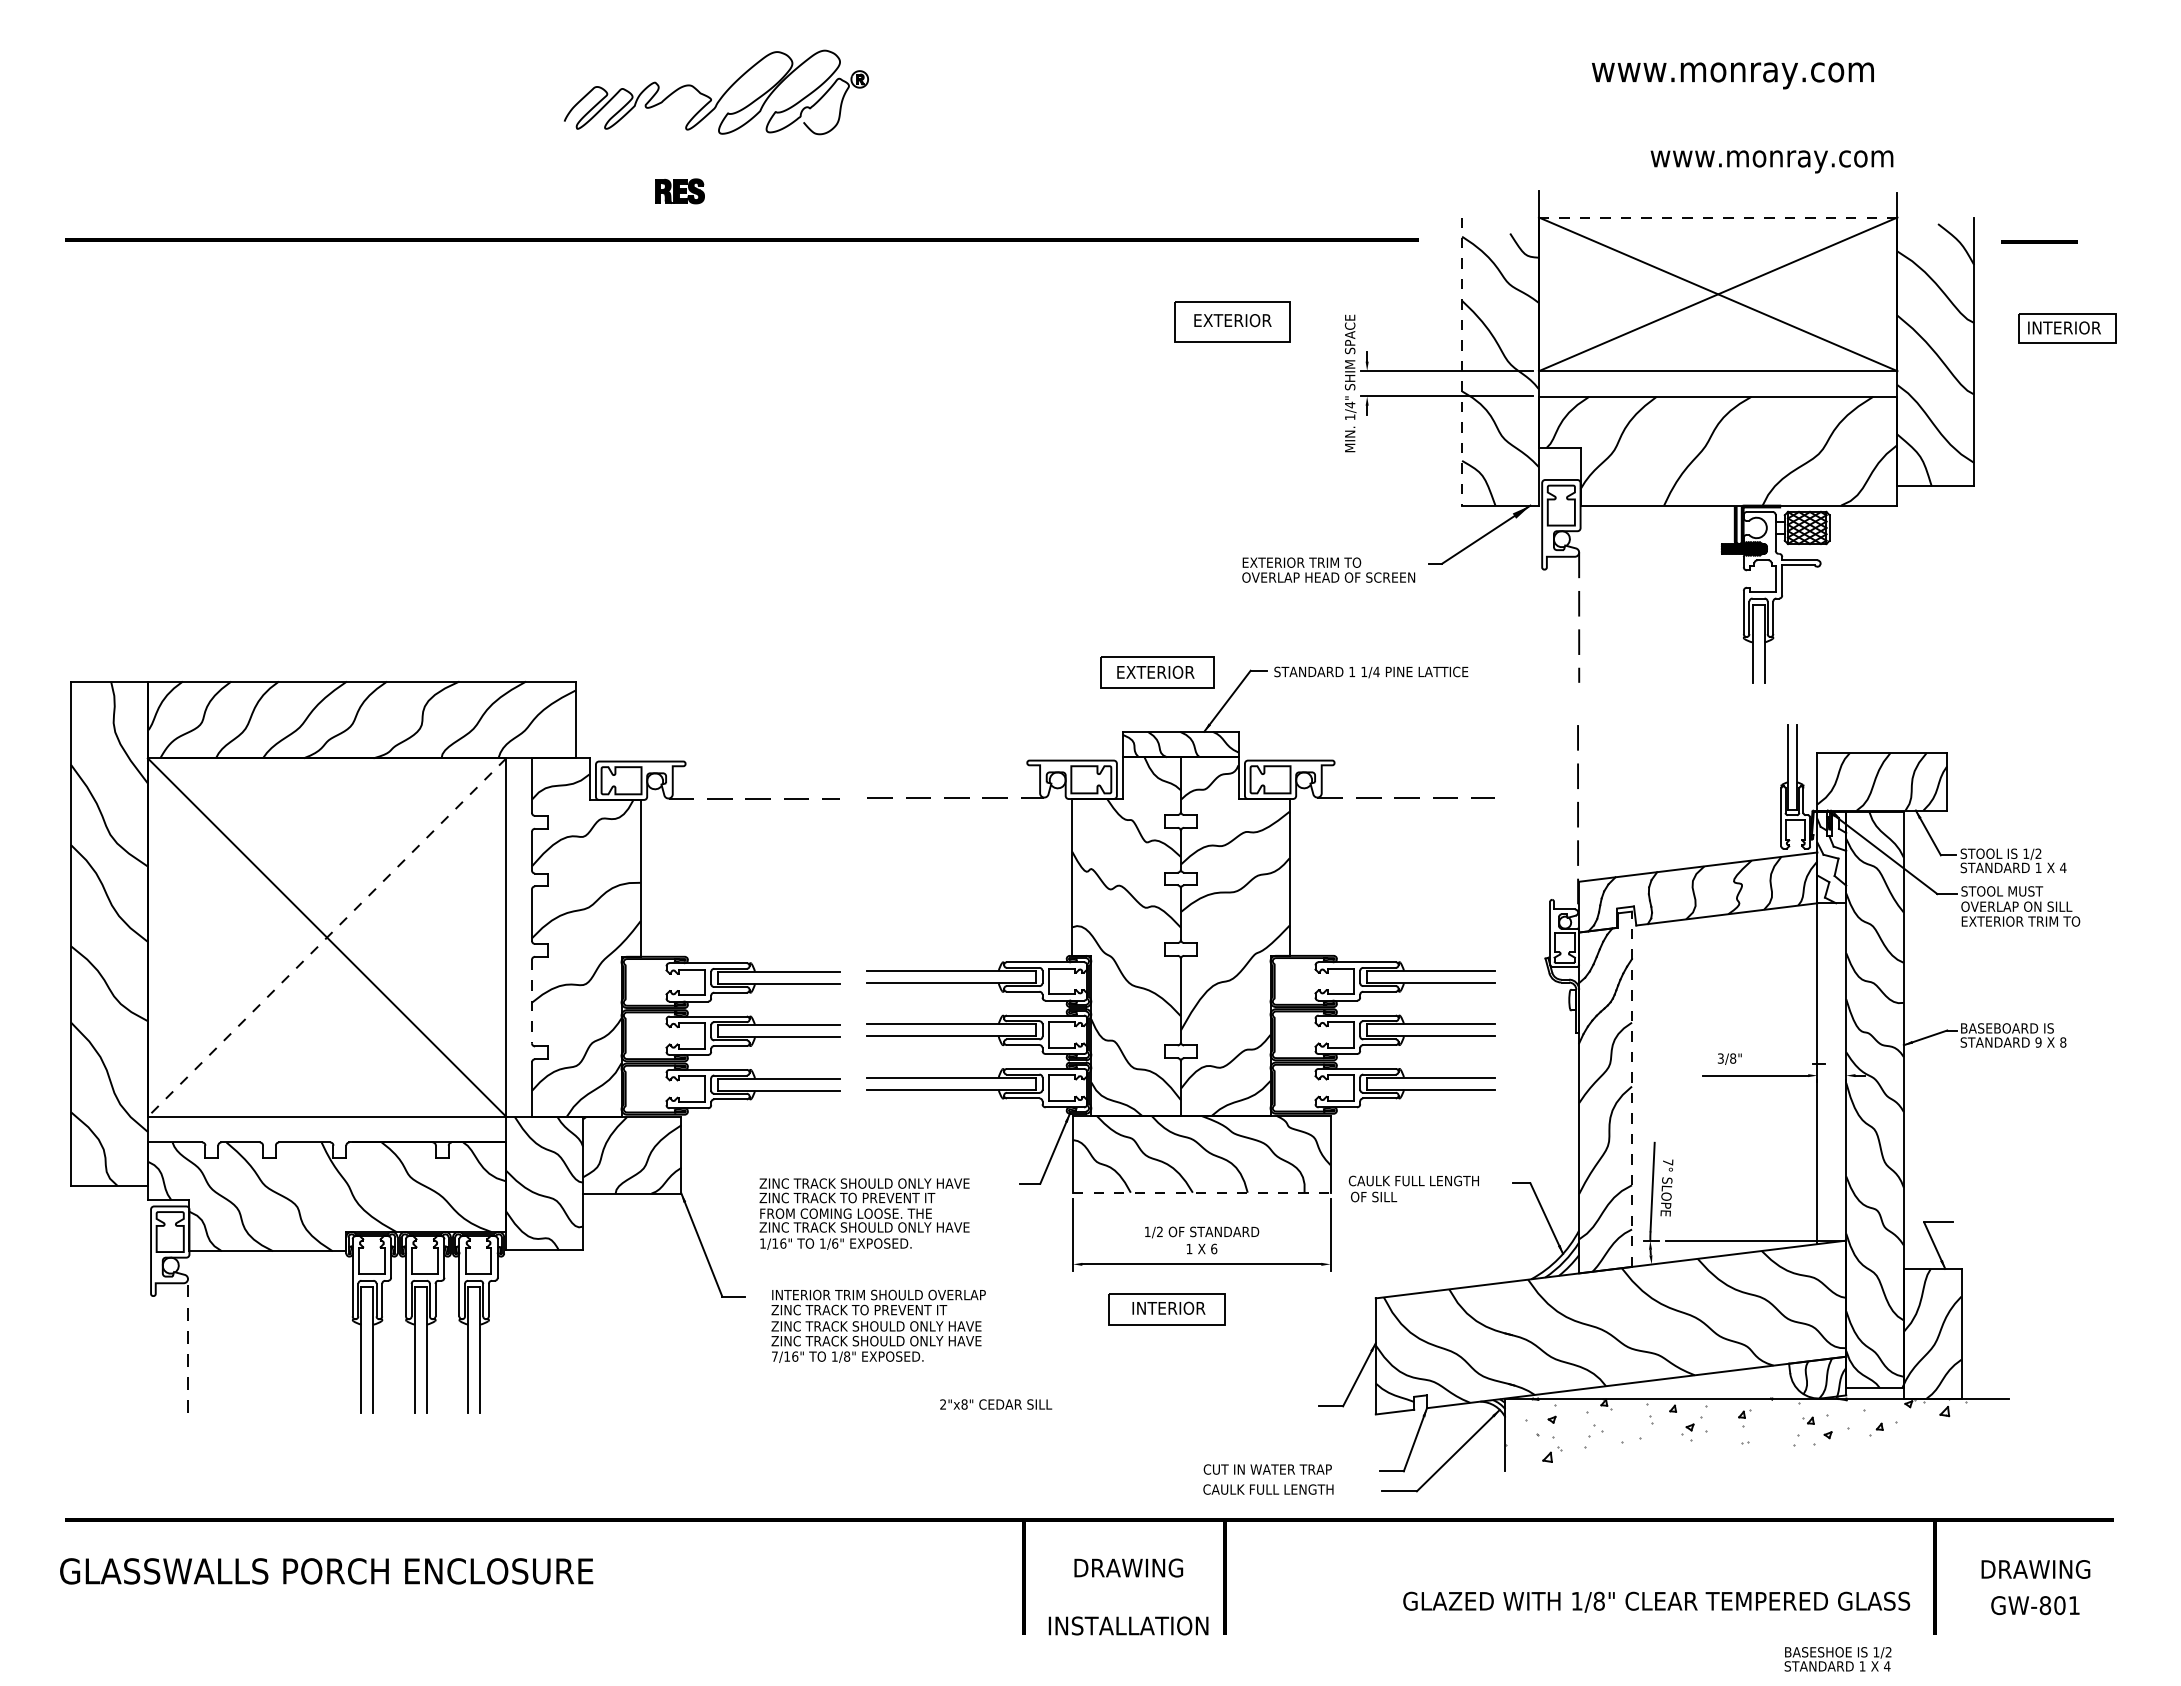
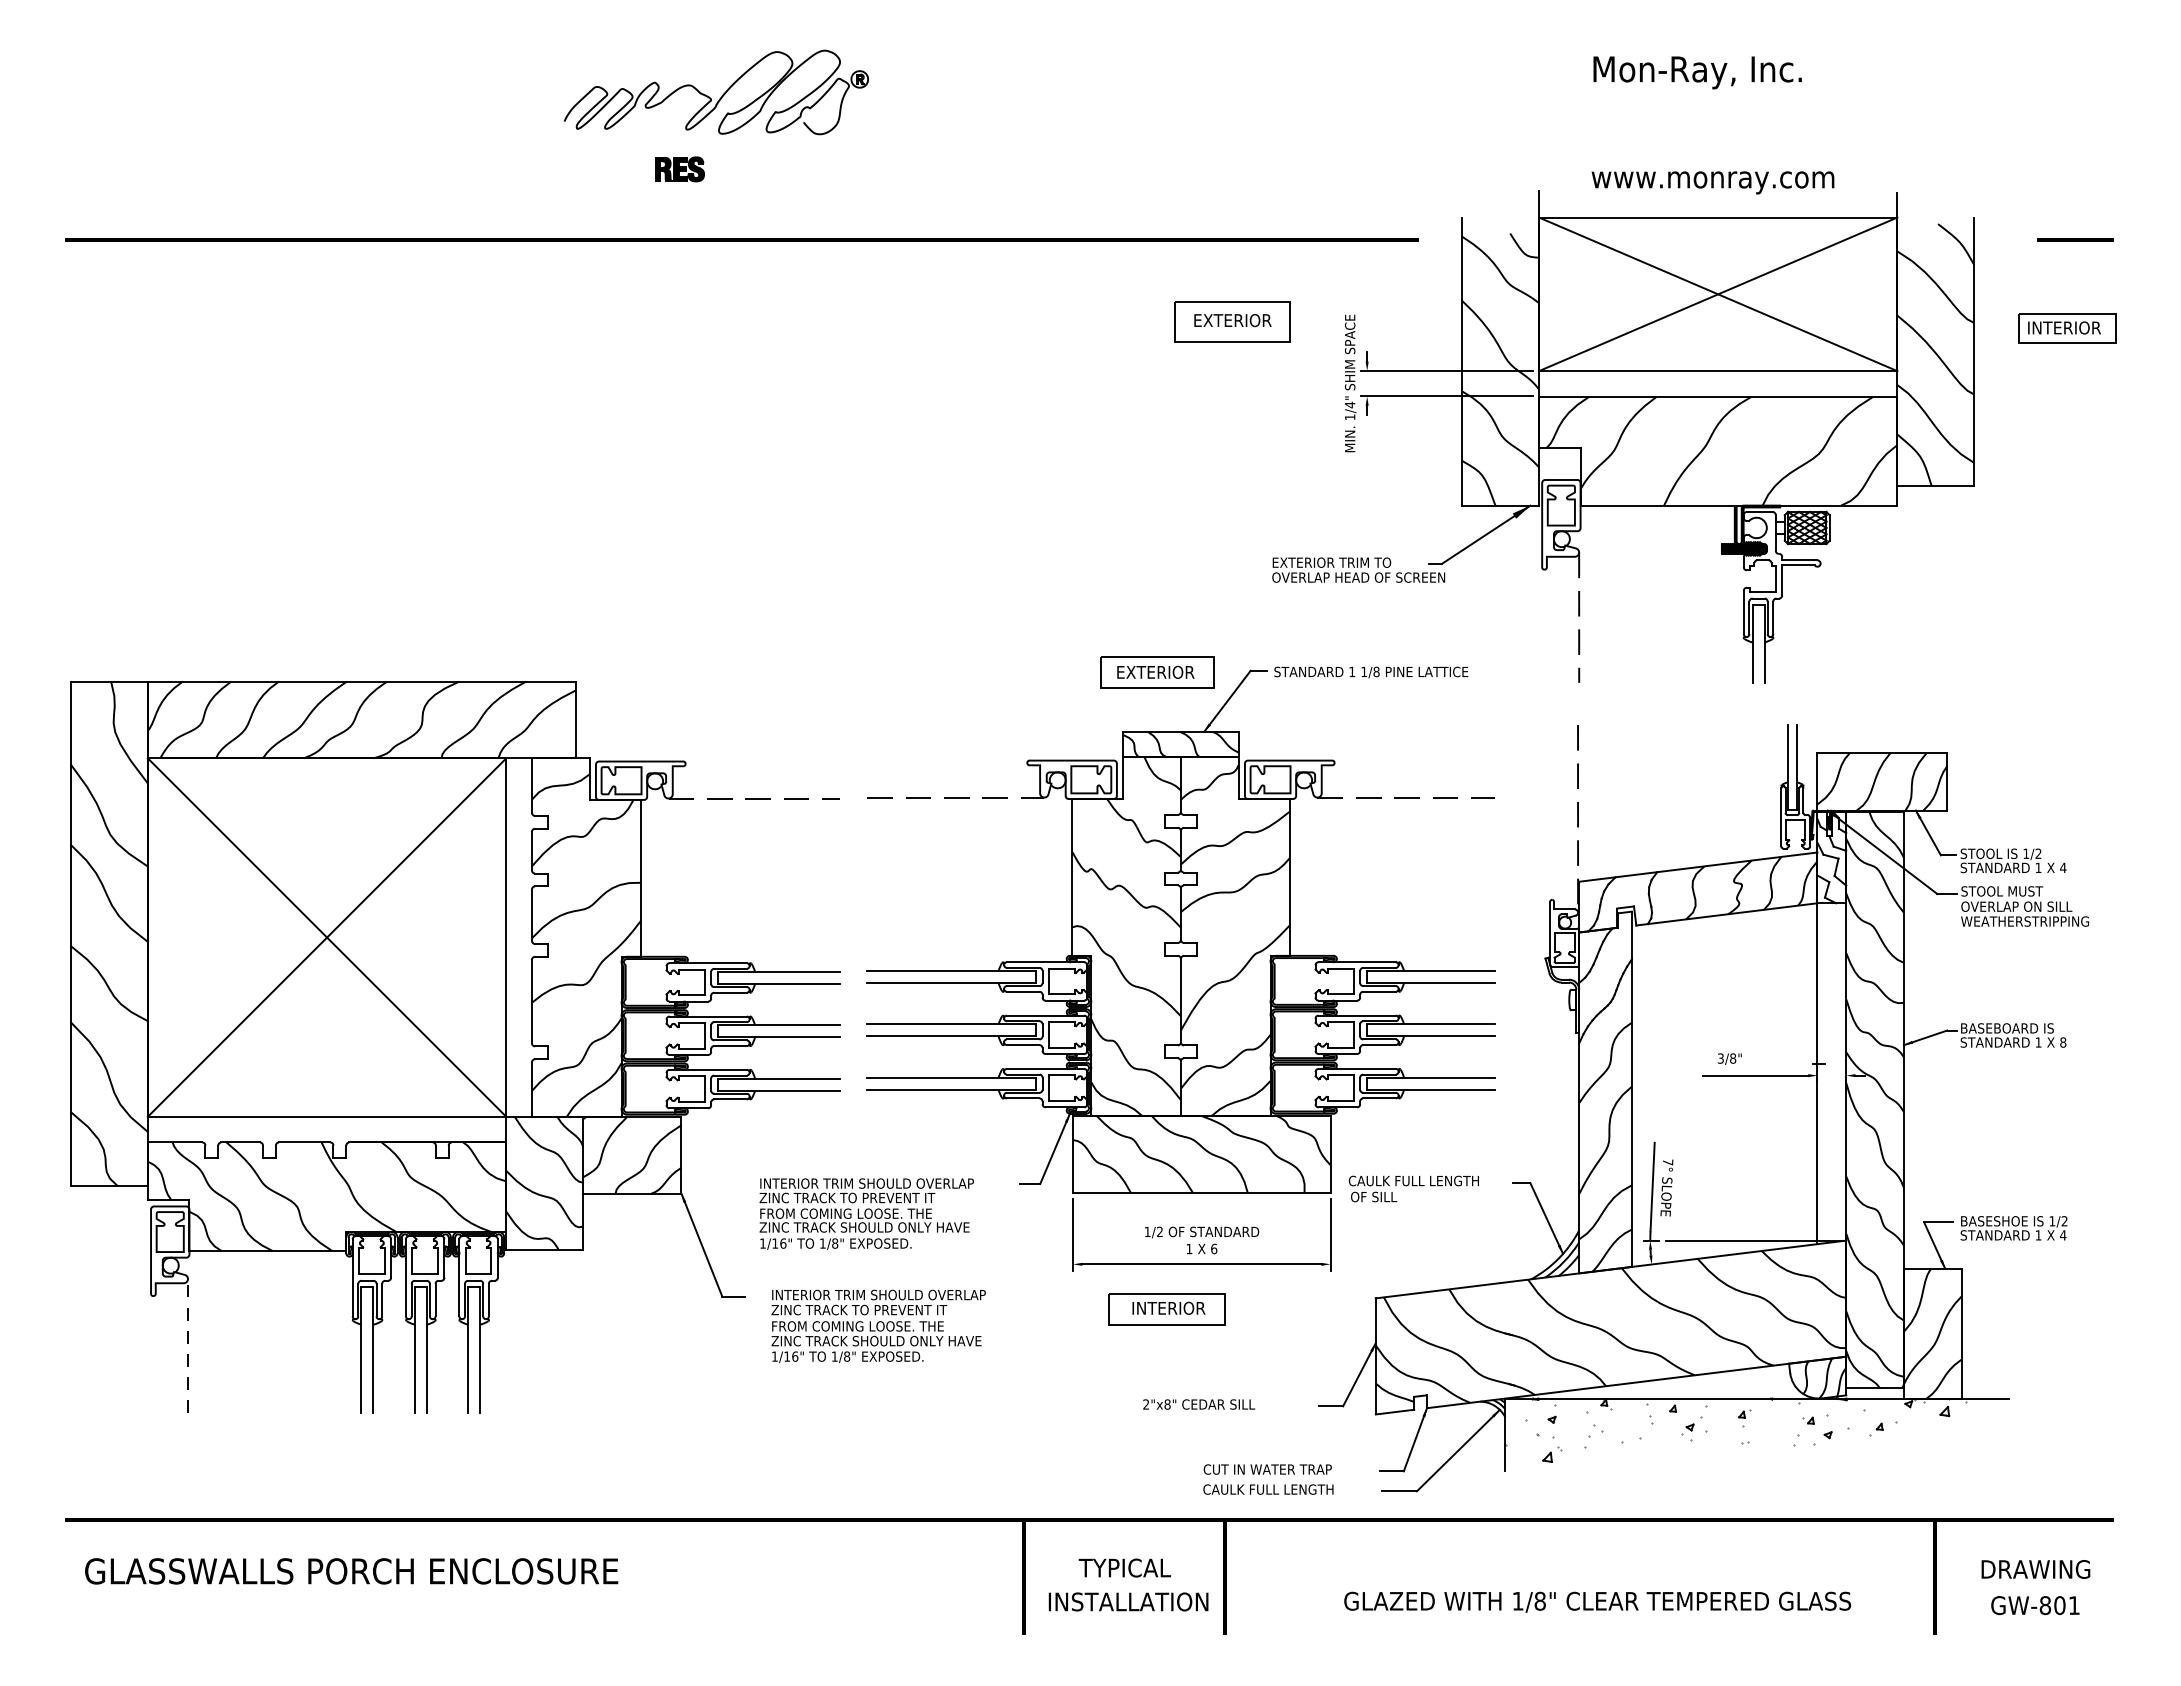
text at (1732, 72): www.monray.com -> Mon-Ray, Inc.
text at (1771, 161) position: (1771, 161) -> (1712, 182)
part at (679, 191) position: (679, 191) -> (679, 169)
line at (1718, 217): dashed -> solid
line at (2039, 241) position: (2039, 241) -> (2075, 239)
line at (1462, 362): dashed -> solid
text at (1328, 569) position: (1328, 569) -> (1358, 569)
text at (1376, 671): 1/4 -> 1/8
text at (2025, 921): EXTERIOR TRIM TO -> WEATHERSTRIPPING
line at (326, 937): dashed -> solid
line at (531, 1001): dashed -> solid
text at (2038, 1042): 9 -> 1
line at (1631, 1089): dashed -> solid
text at (866, 1183): ZINC TRACK SHOULD ONLY HAVE -> INTERIOR TRIM SHOULD OVERLAP
line at (1201, 1192): dashed -> solid
text at (835, 1243): 1/6" -> 1/8"
text at (876, 1326): ZINC TRACK SHOULD ONLY HAVE -> FROM COMING LOOSE. THE
text at (774, 1356): 7/16" -> 1/16"
text at (996, 1404) position: (996, 1404) -> (1199, 1404)
text at (1128, 1567): DRAWING -> TYPICAL
text at (326, 1571) position: (326, 1571) -> (351, 1571)
text at (1656, 1601) position: (1656, 1601) -> (1597, 1601)
text at (1128, 1625) position: (1128, 1625) -> (1128, 1601)
text at (1837, 1659) position: (1837, 1659) -> (2013, 1228)
